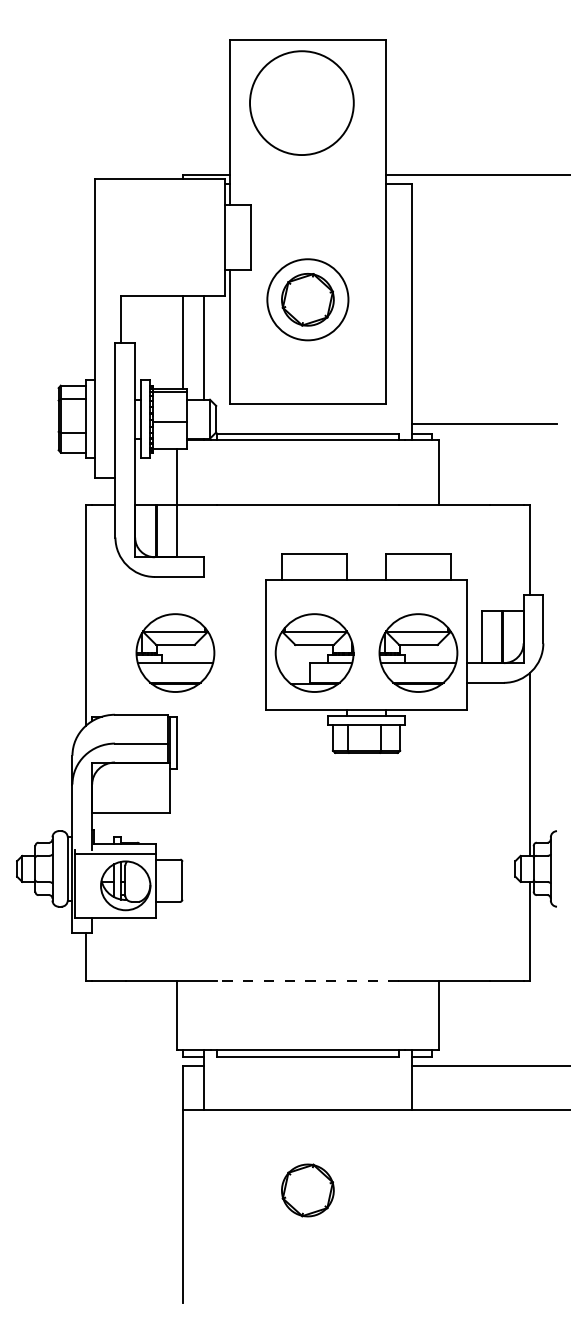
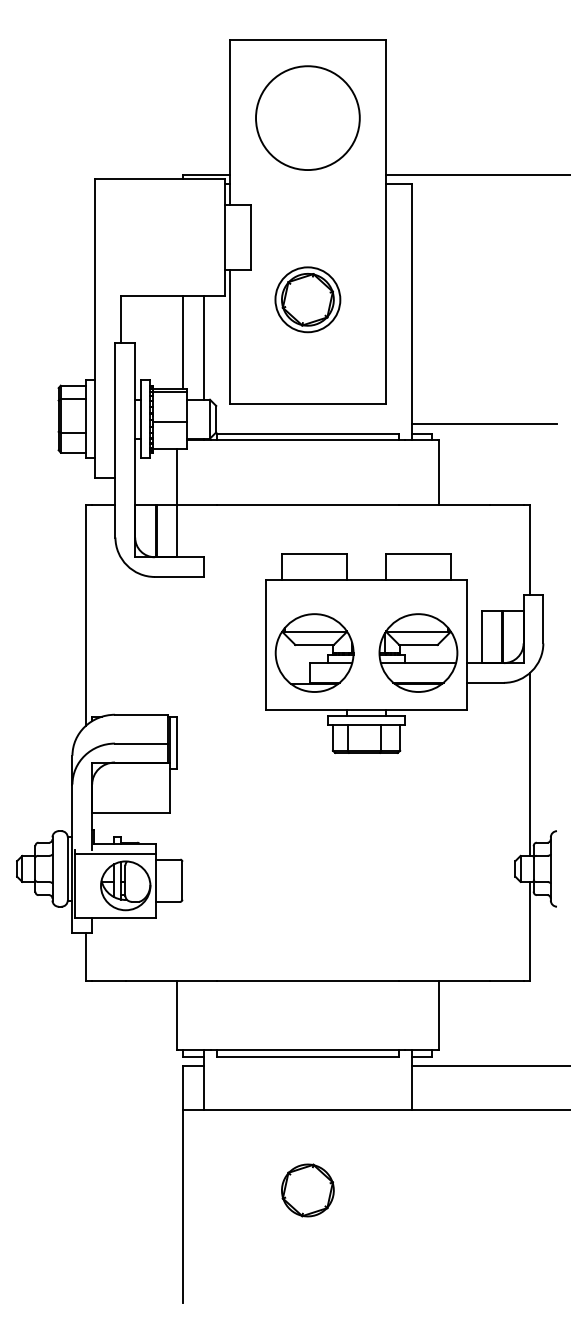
circle at (301, 102) position: (301, 102) -> (307, 117)
circle at (307, 299) diameter: 81 px -> 65 px
part at (175, 652): present -> none
line at (307, 981): dashed -> solid
